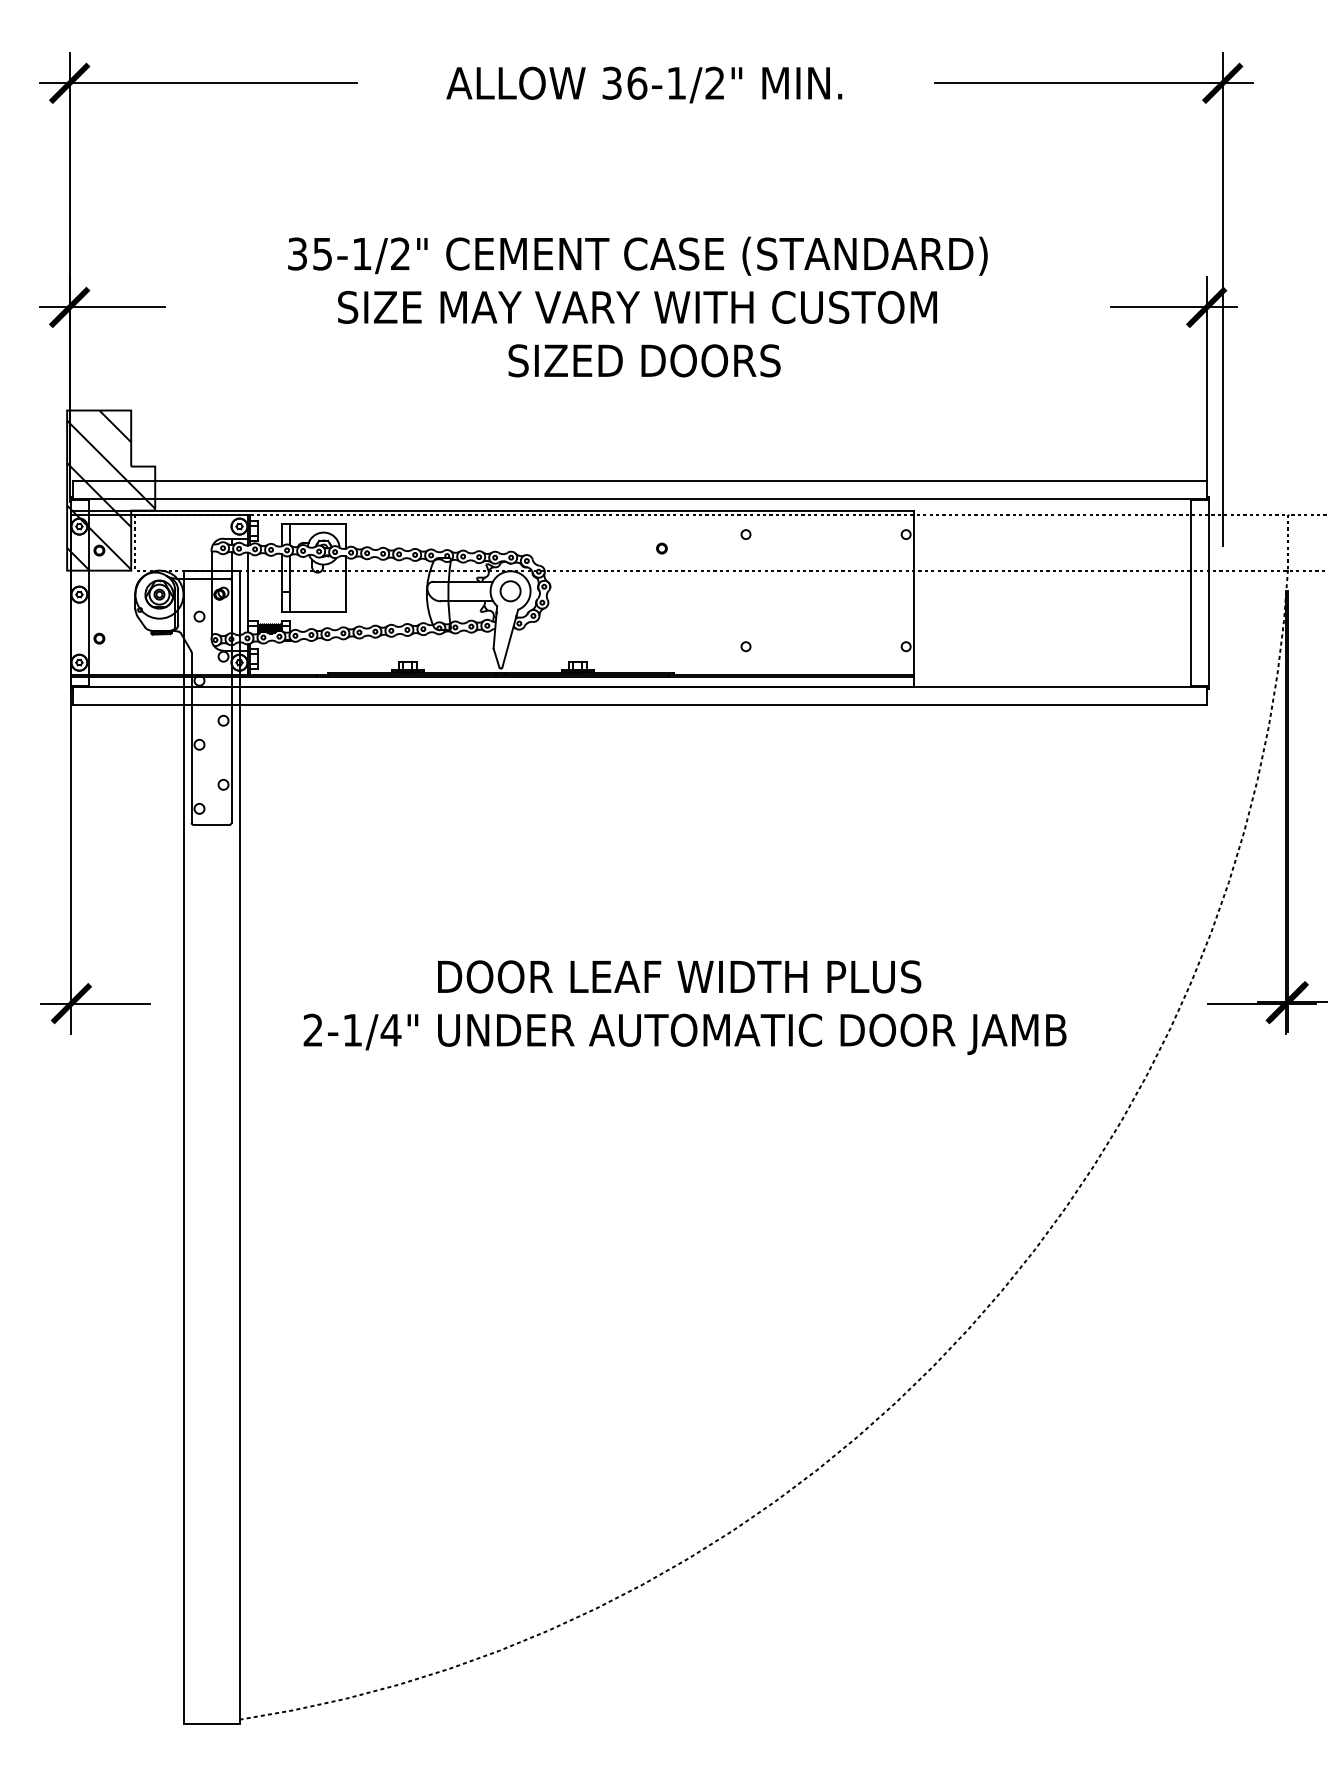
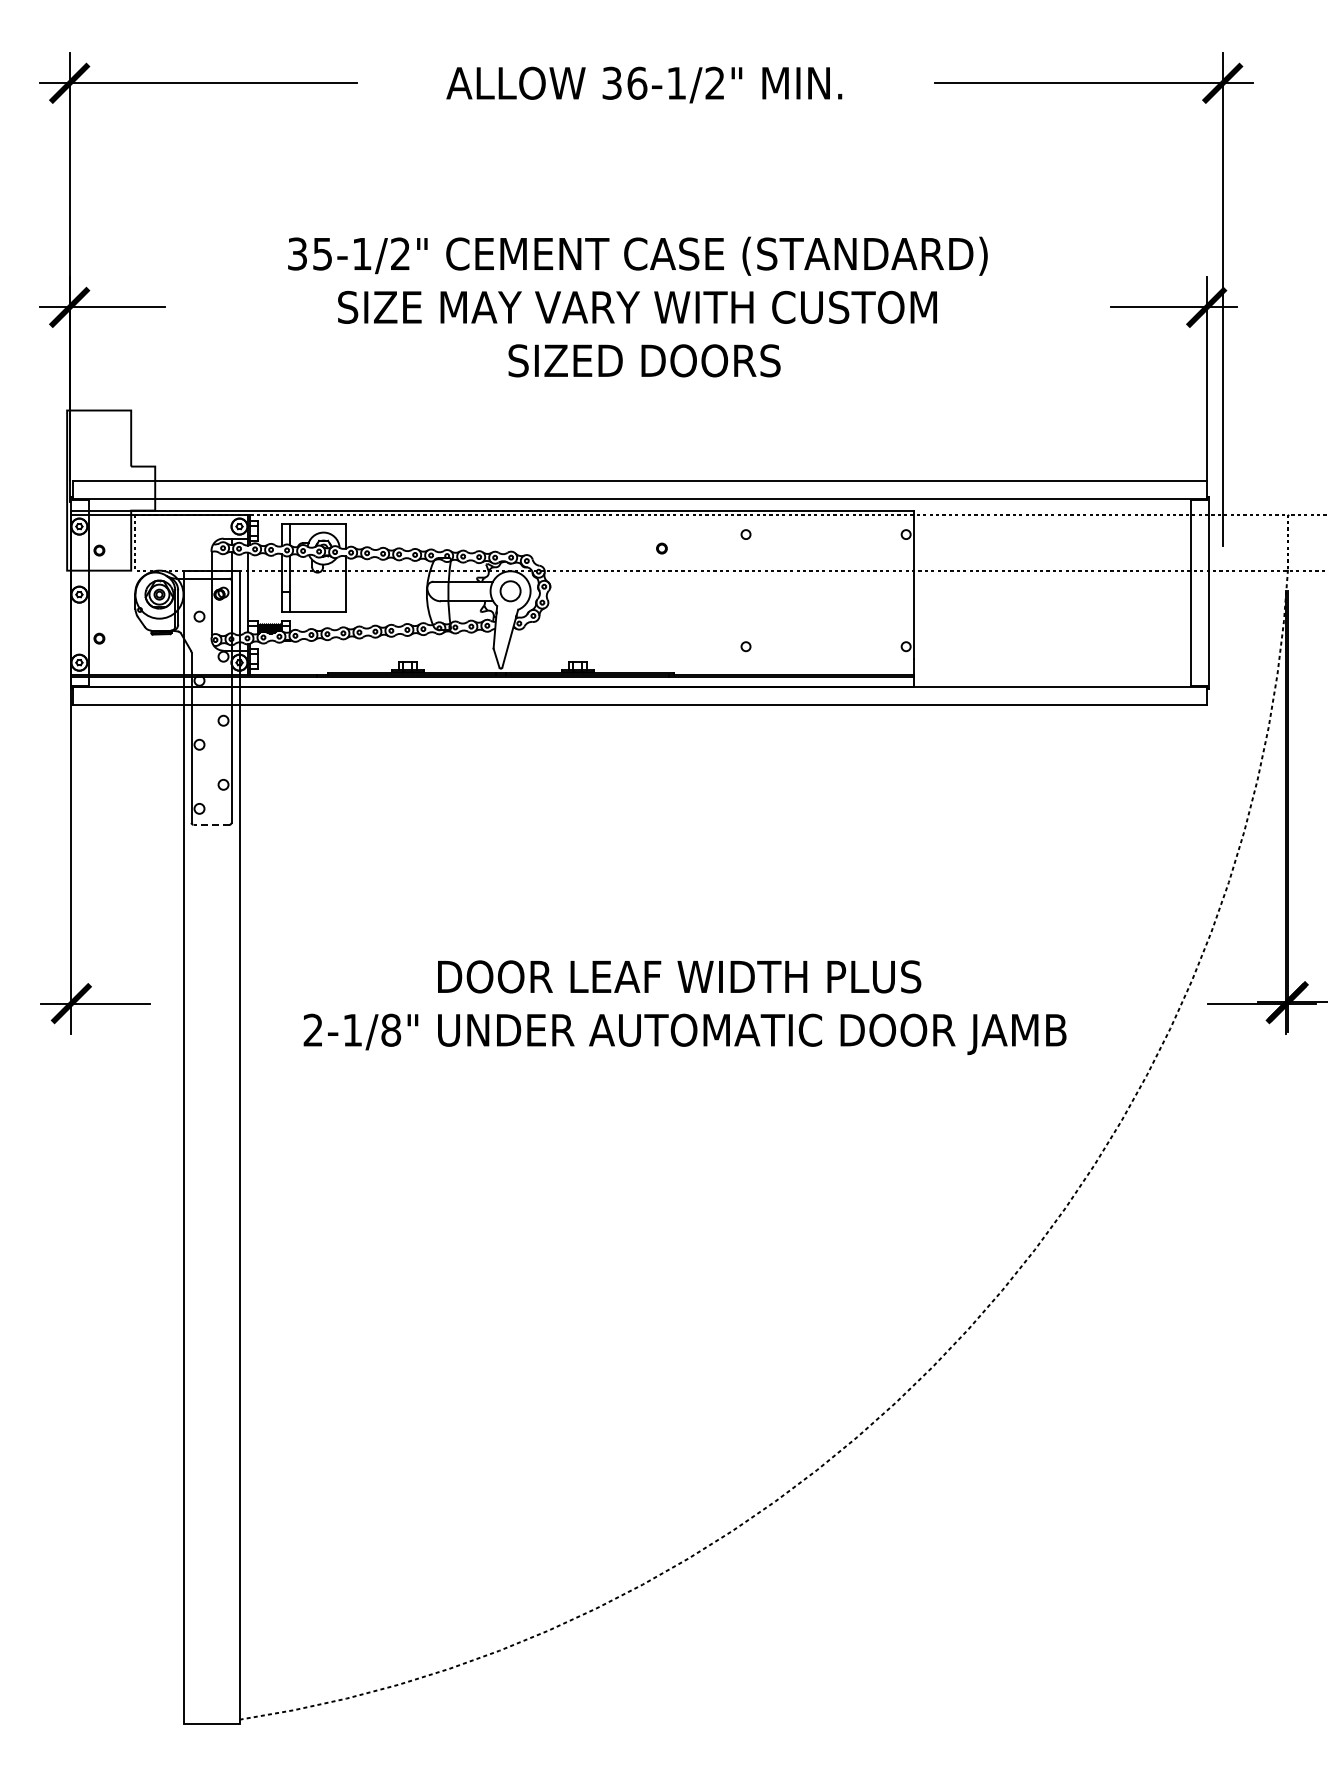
hatch at (111, 490): present -> none
line at (211, 824): solid -> dashed
text at (390, 1029): 2-1/4" -> 2-1/8"
